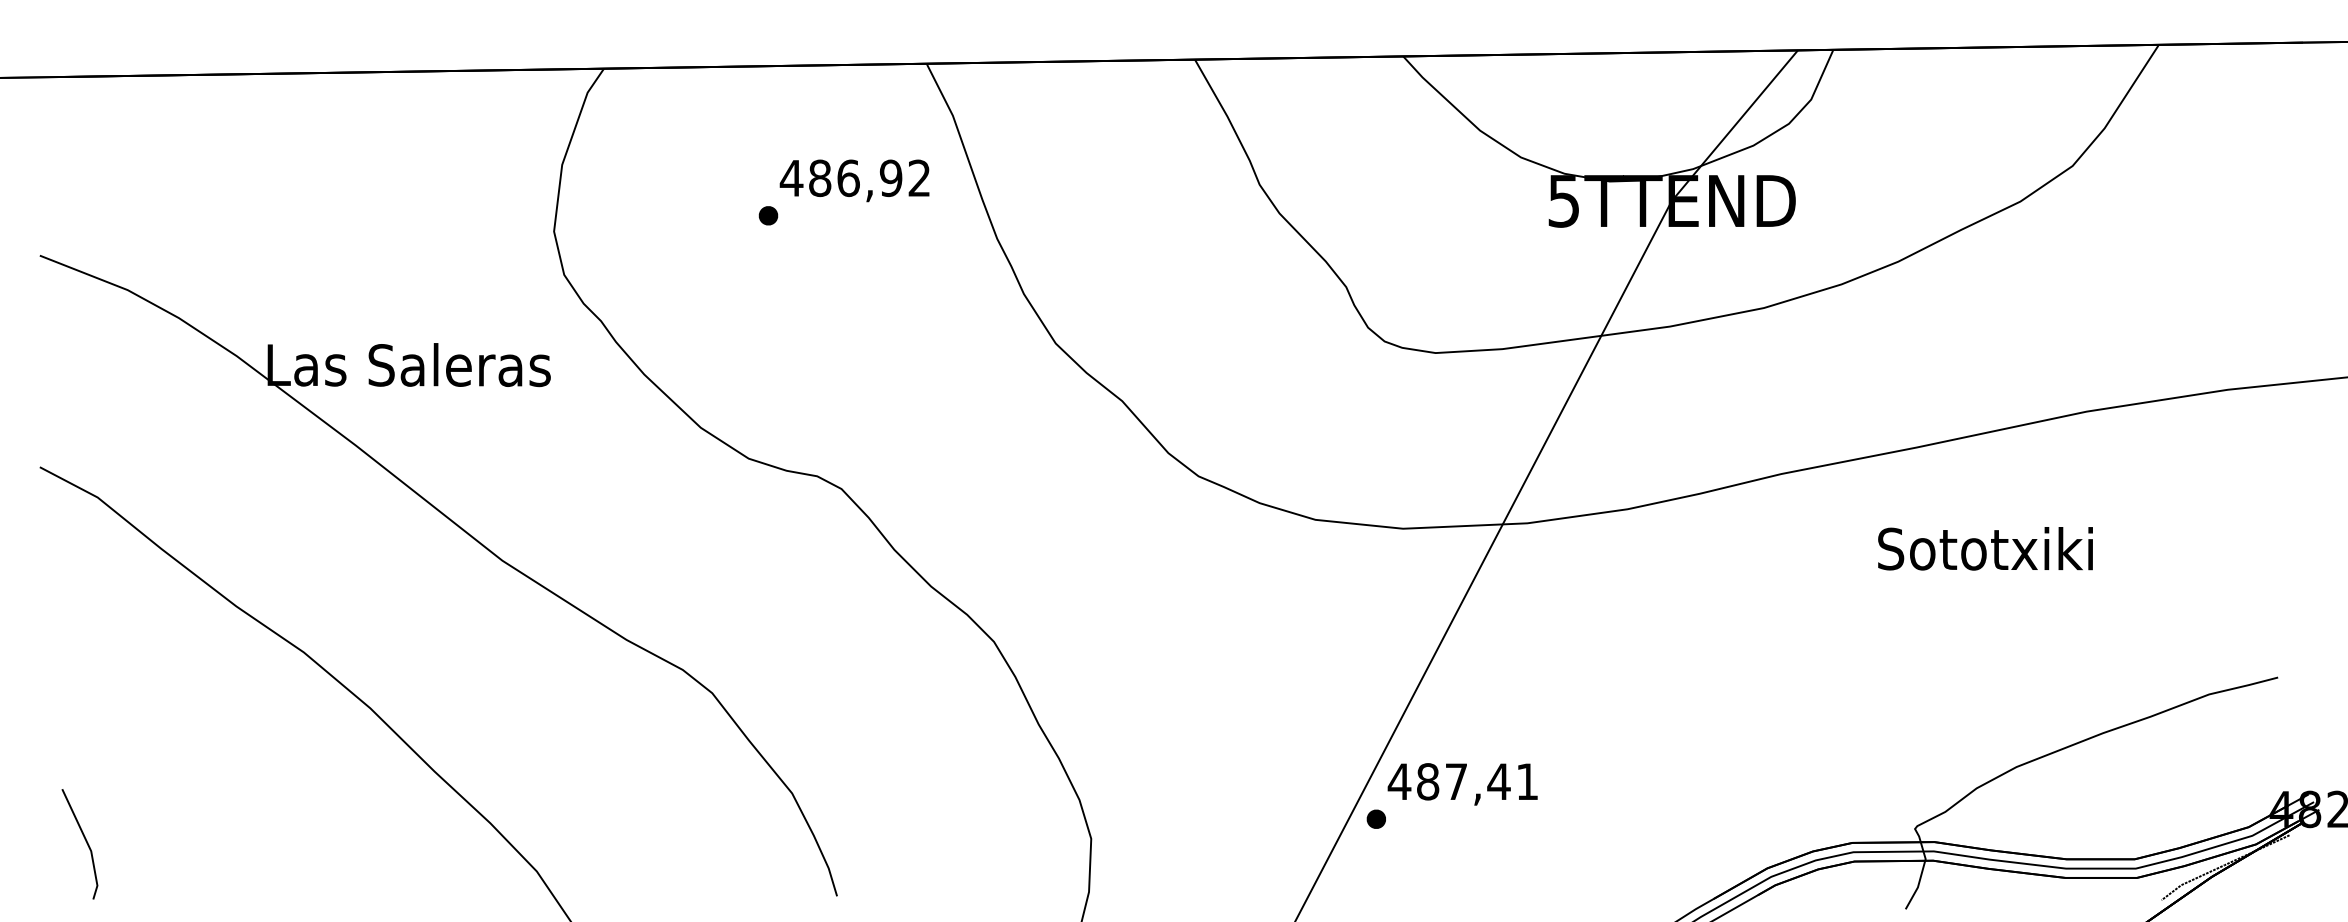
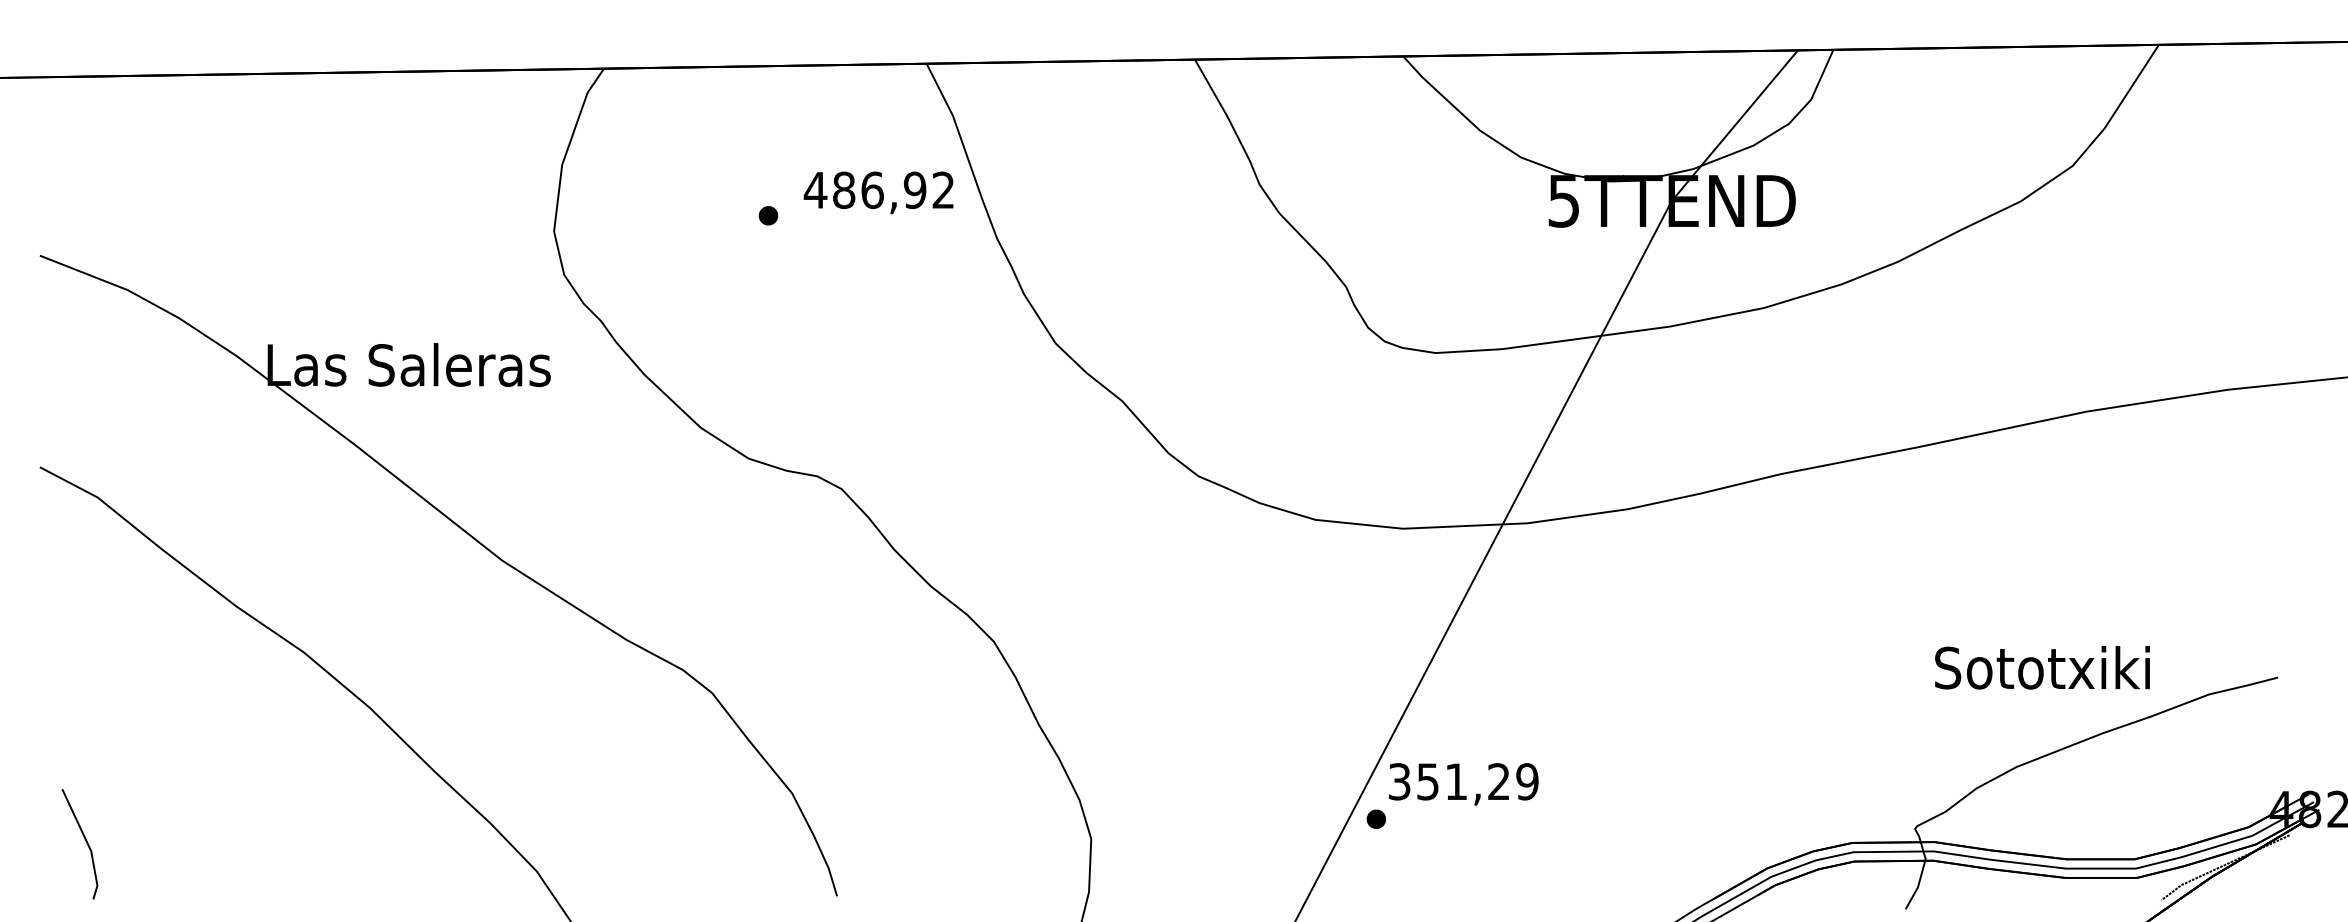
text at (854, 180) position: (854, 180) -> (878, 192)
text at (1985, 548) position: (1985, 548) -> (2042, 667)
text at (1462, 781): 487,41 -> 351,29
